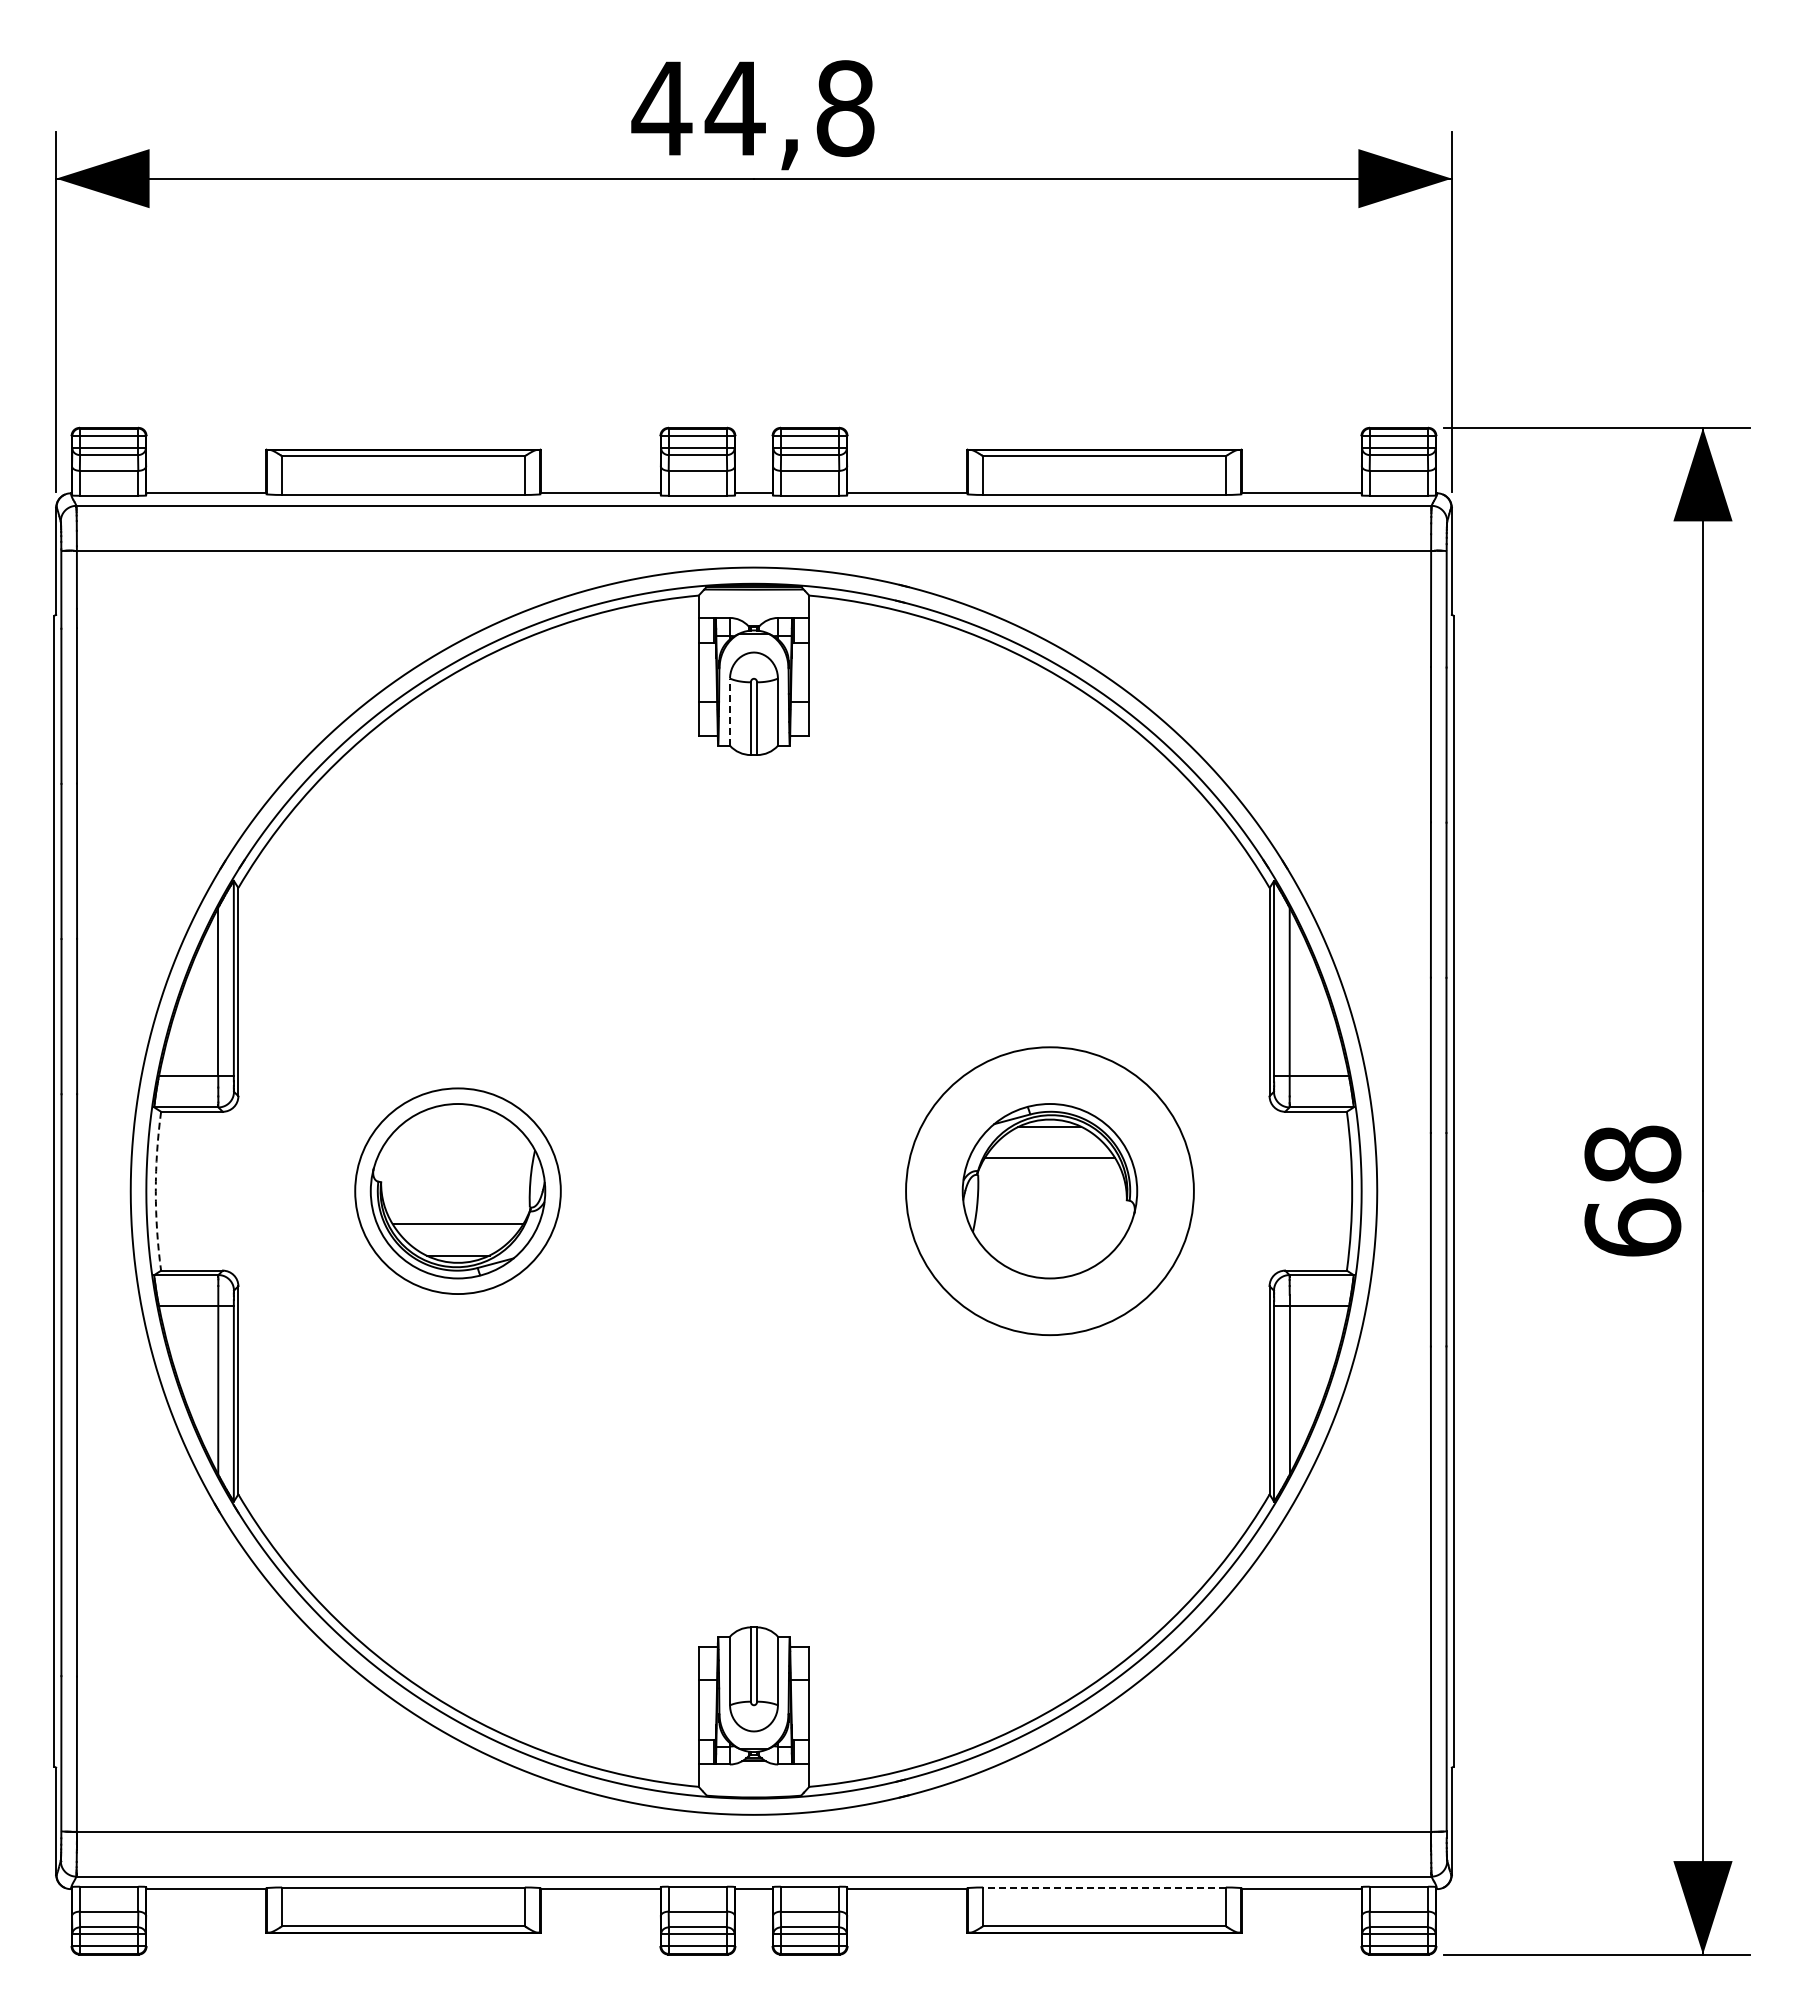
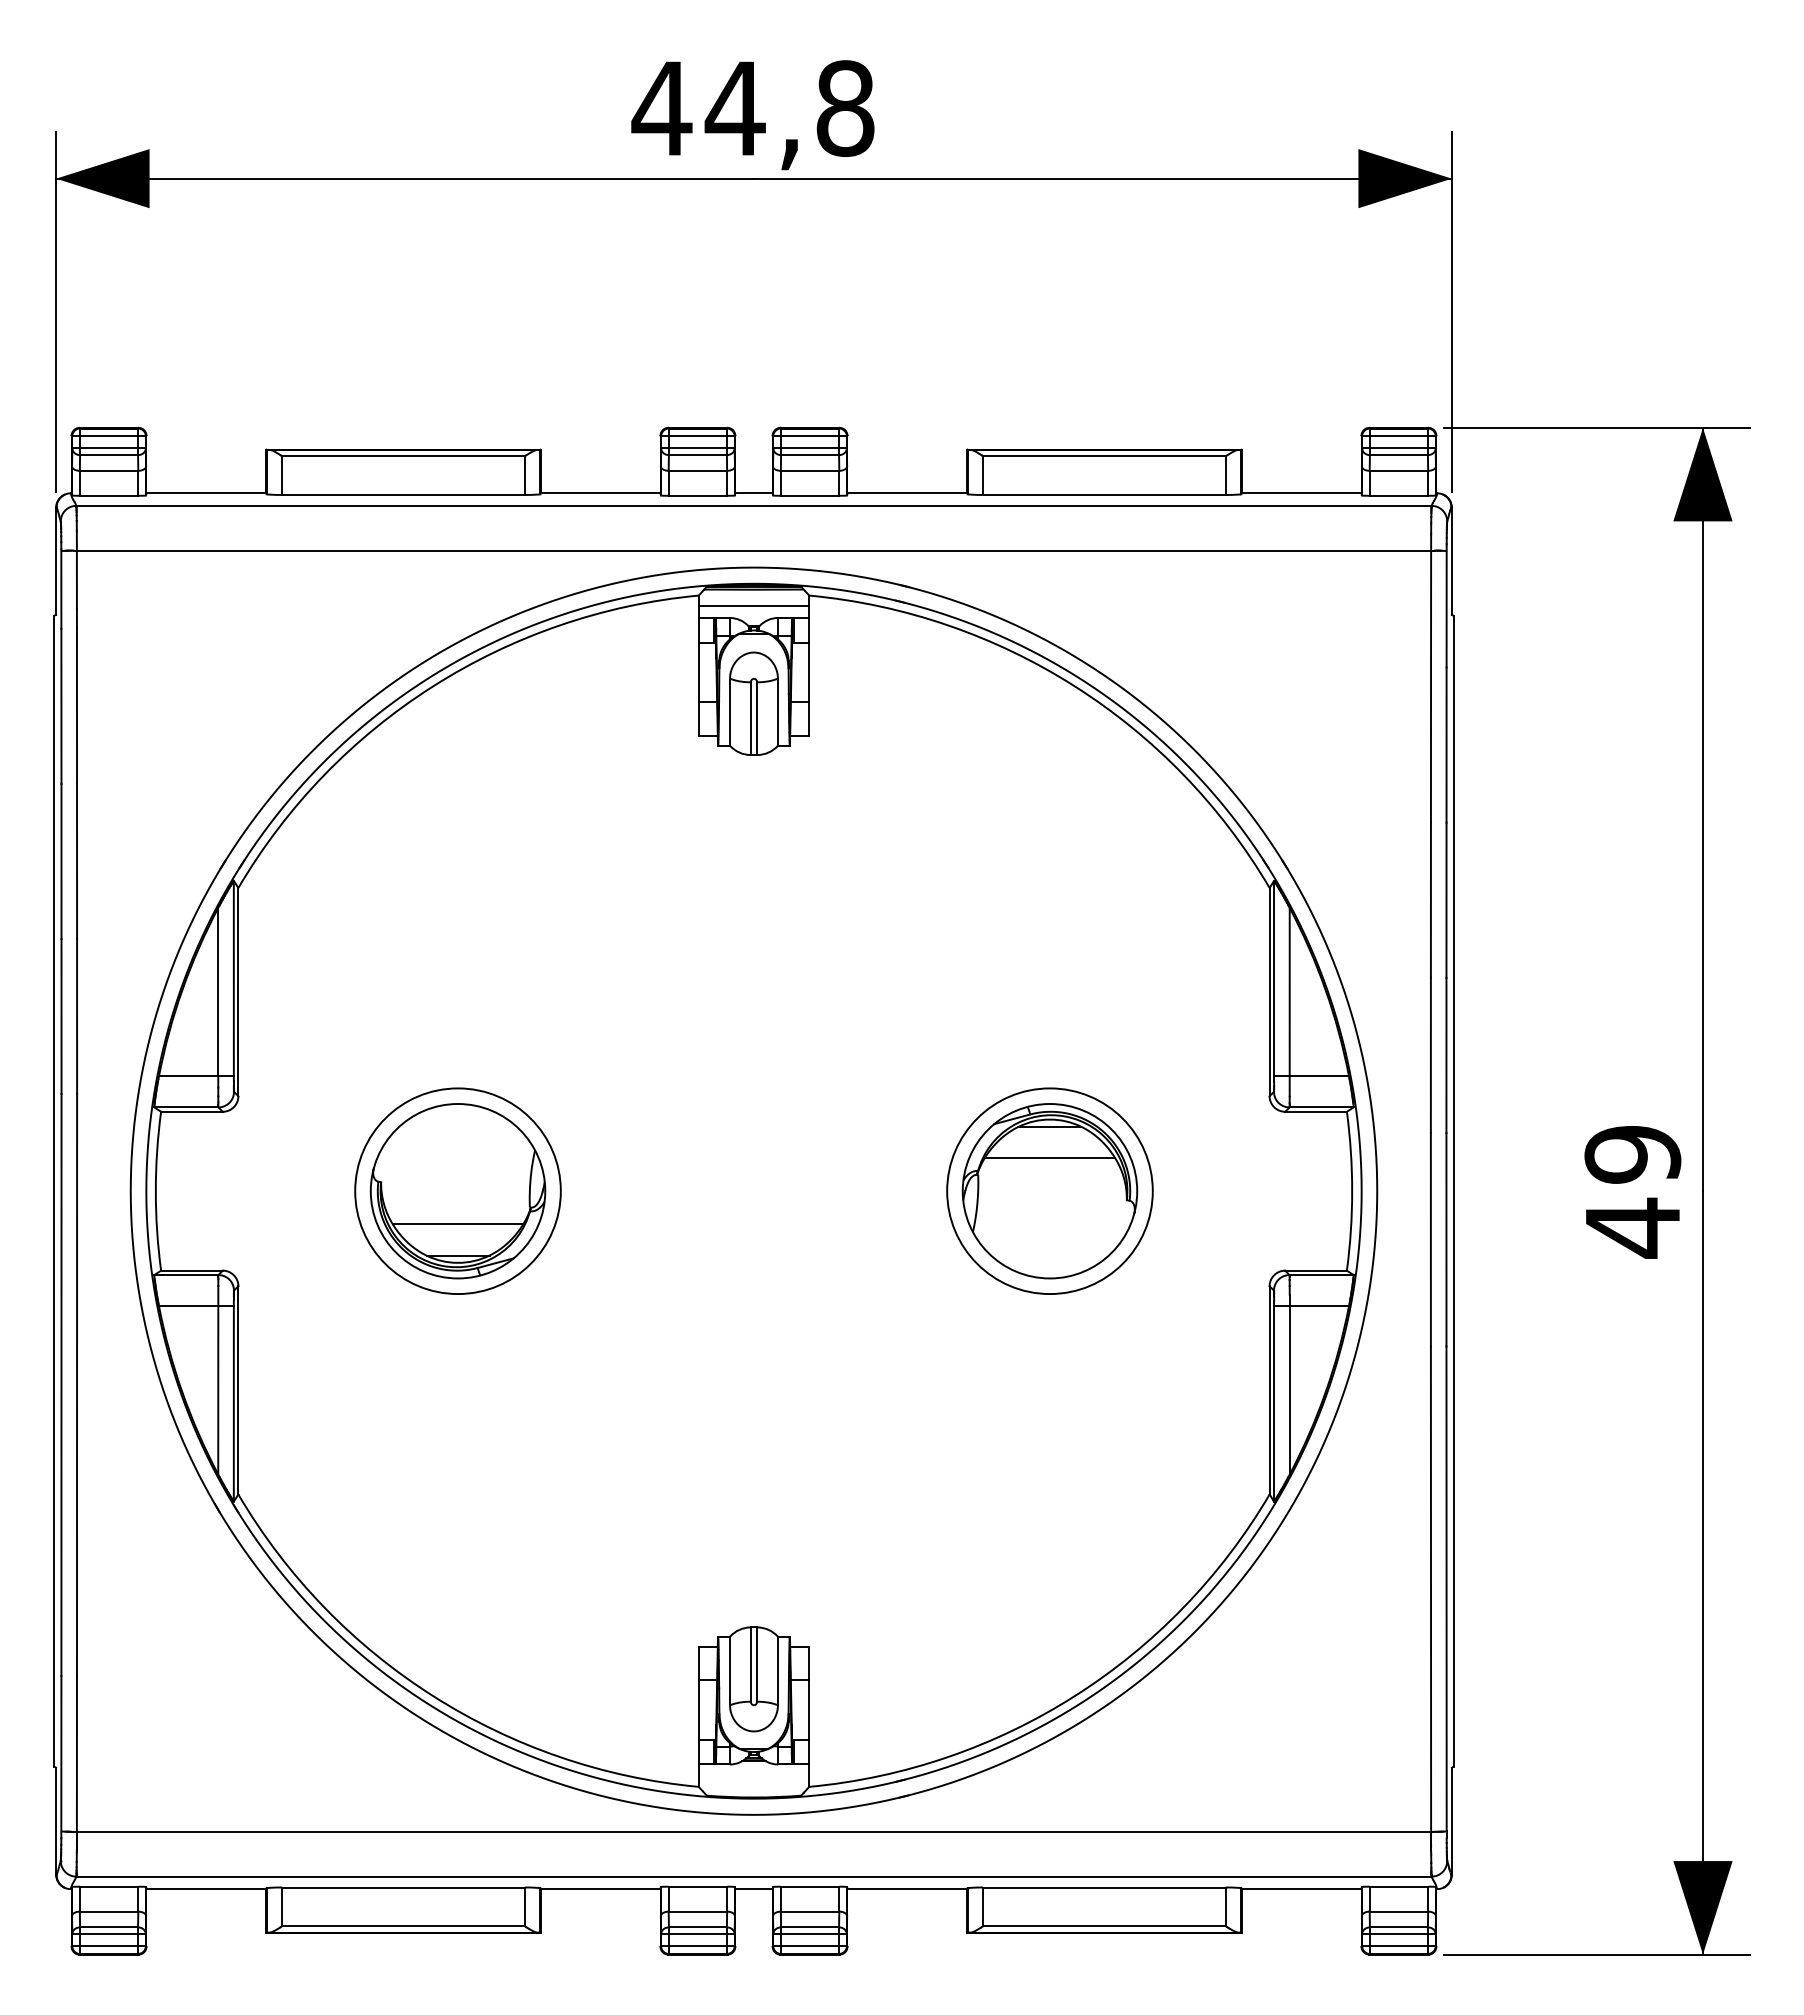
line at (753, 605): none -> present
line at (729, 712): dashed -> solid
arc at (155, 1191): dashed -> solid
circle at (1049, 1191) diameter: 288 px -> 206 px
text at (1632, 1191): 68 -> 49
line at (1103, 1887): dashed -> solid
